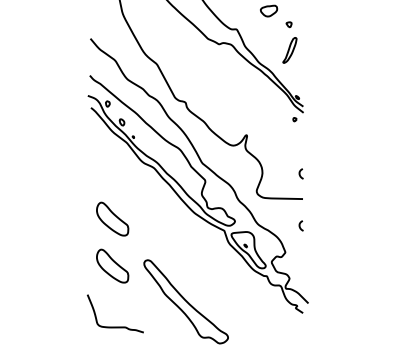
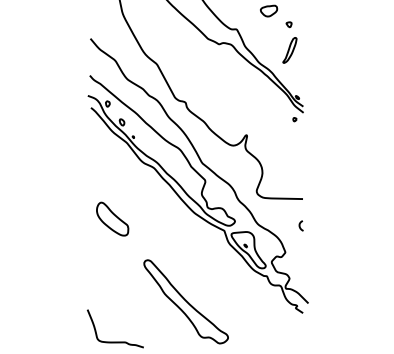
curve at (300, 173): present -> none
part at (112, 265): present -> none
curve at (114, 326) position: (114, 326) -> (114, 341)
